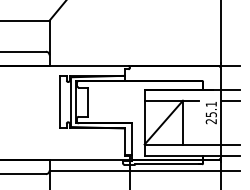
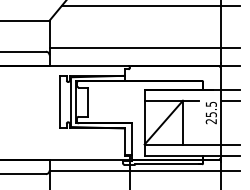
line at (150, 6): none -> present
line at (144, 48): none -> present
text at (210, 103): 25.1 -> 25.5
